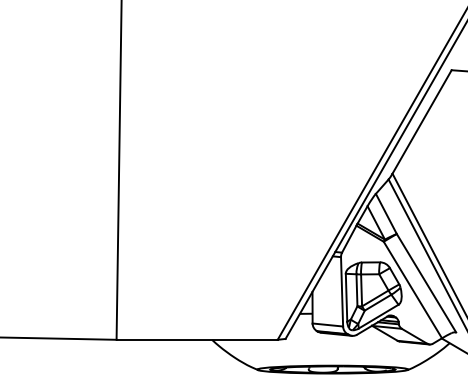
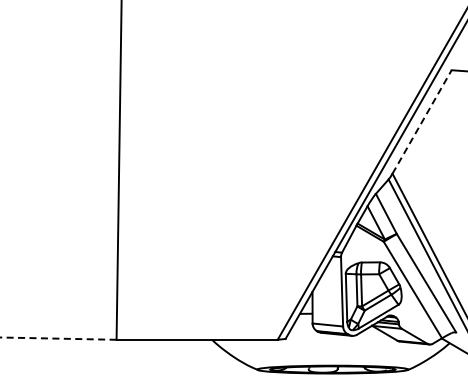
line at (422, 121): solid -> dashed
line at (57, 338): solid -> dashed
